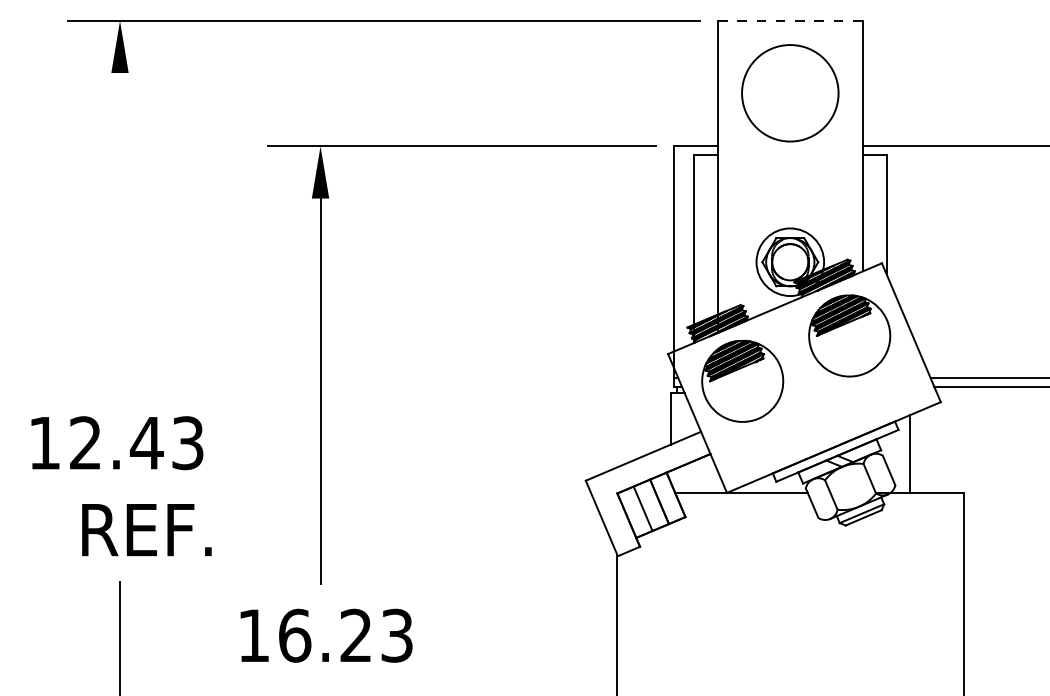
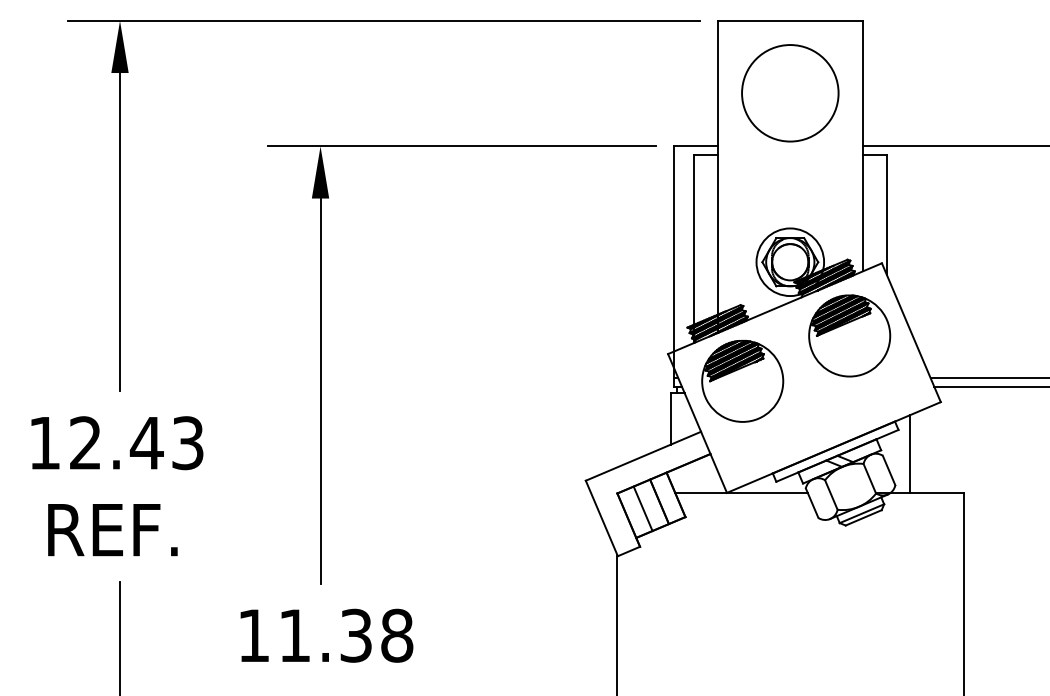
line at (790, 20): dashed -> solid
line at (120, 232): none -> present
text at (146, 530) position: (146, 530) -> (112, 530)
text at (346, 635): 16.23 -> 11.38
